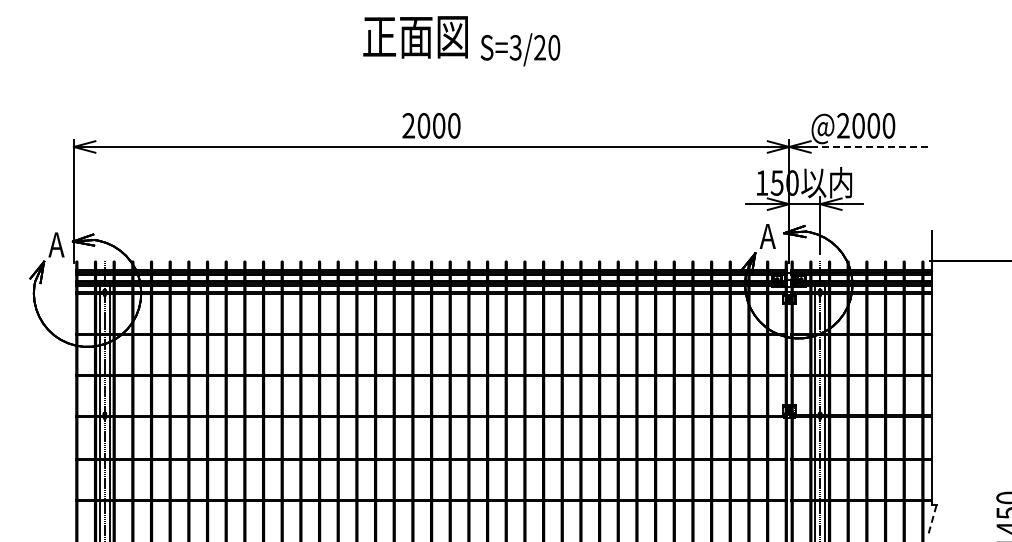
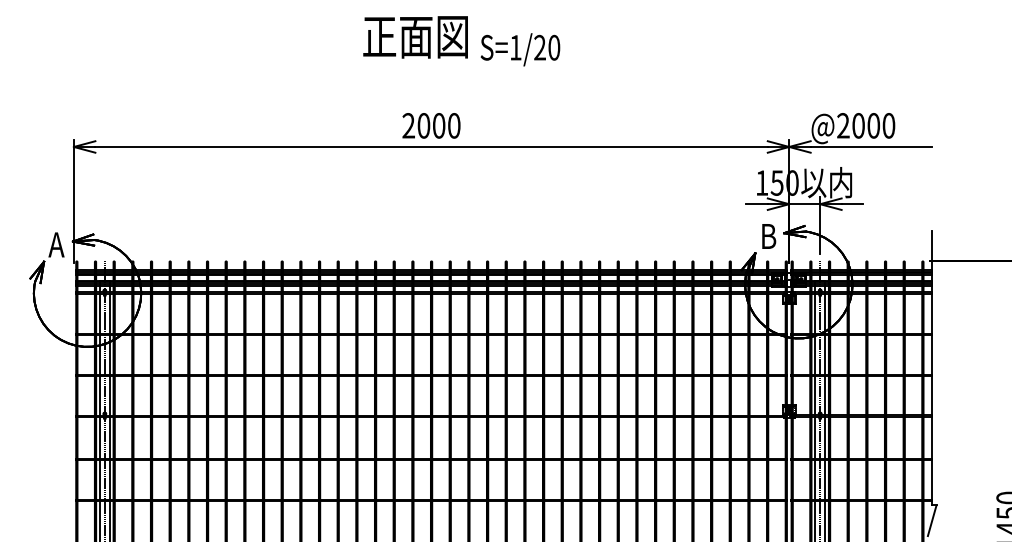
text at (515, 47): S=3/20 -> S=1/20
line at (871, 146): dashed -> solid
text at (767, 236): A -> B
line at (932, 520): dashed -> solid
